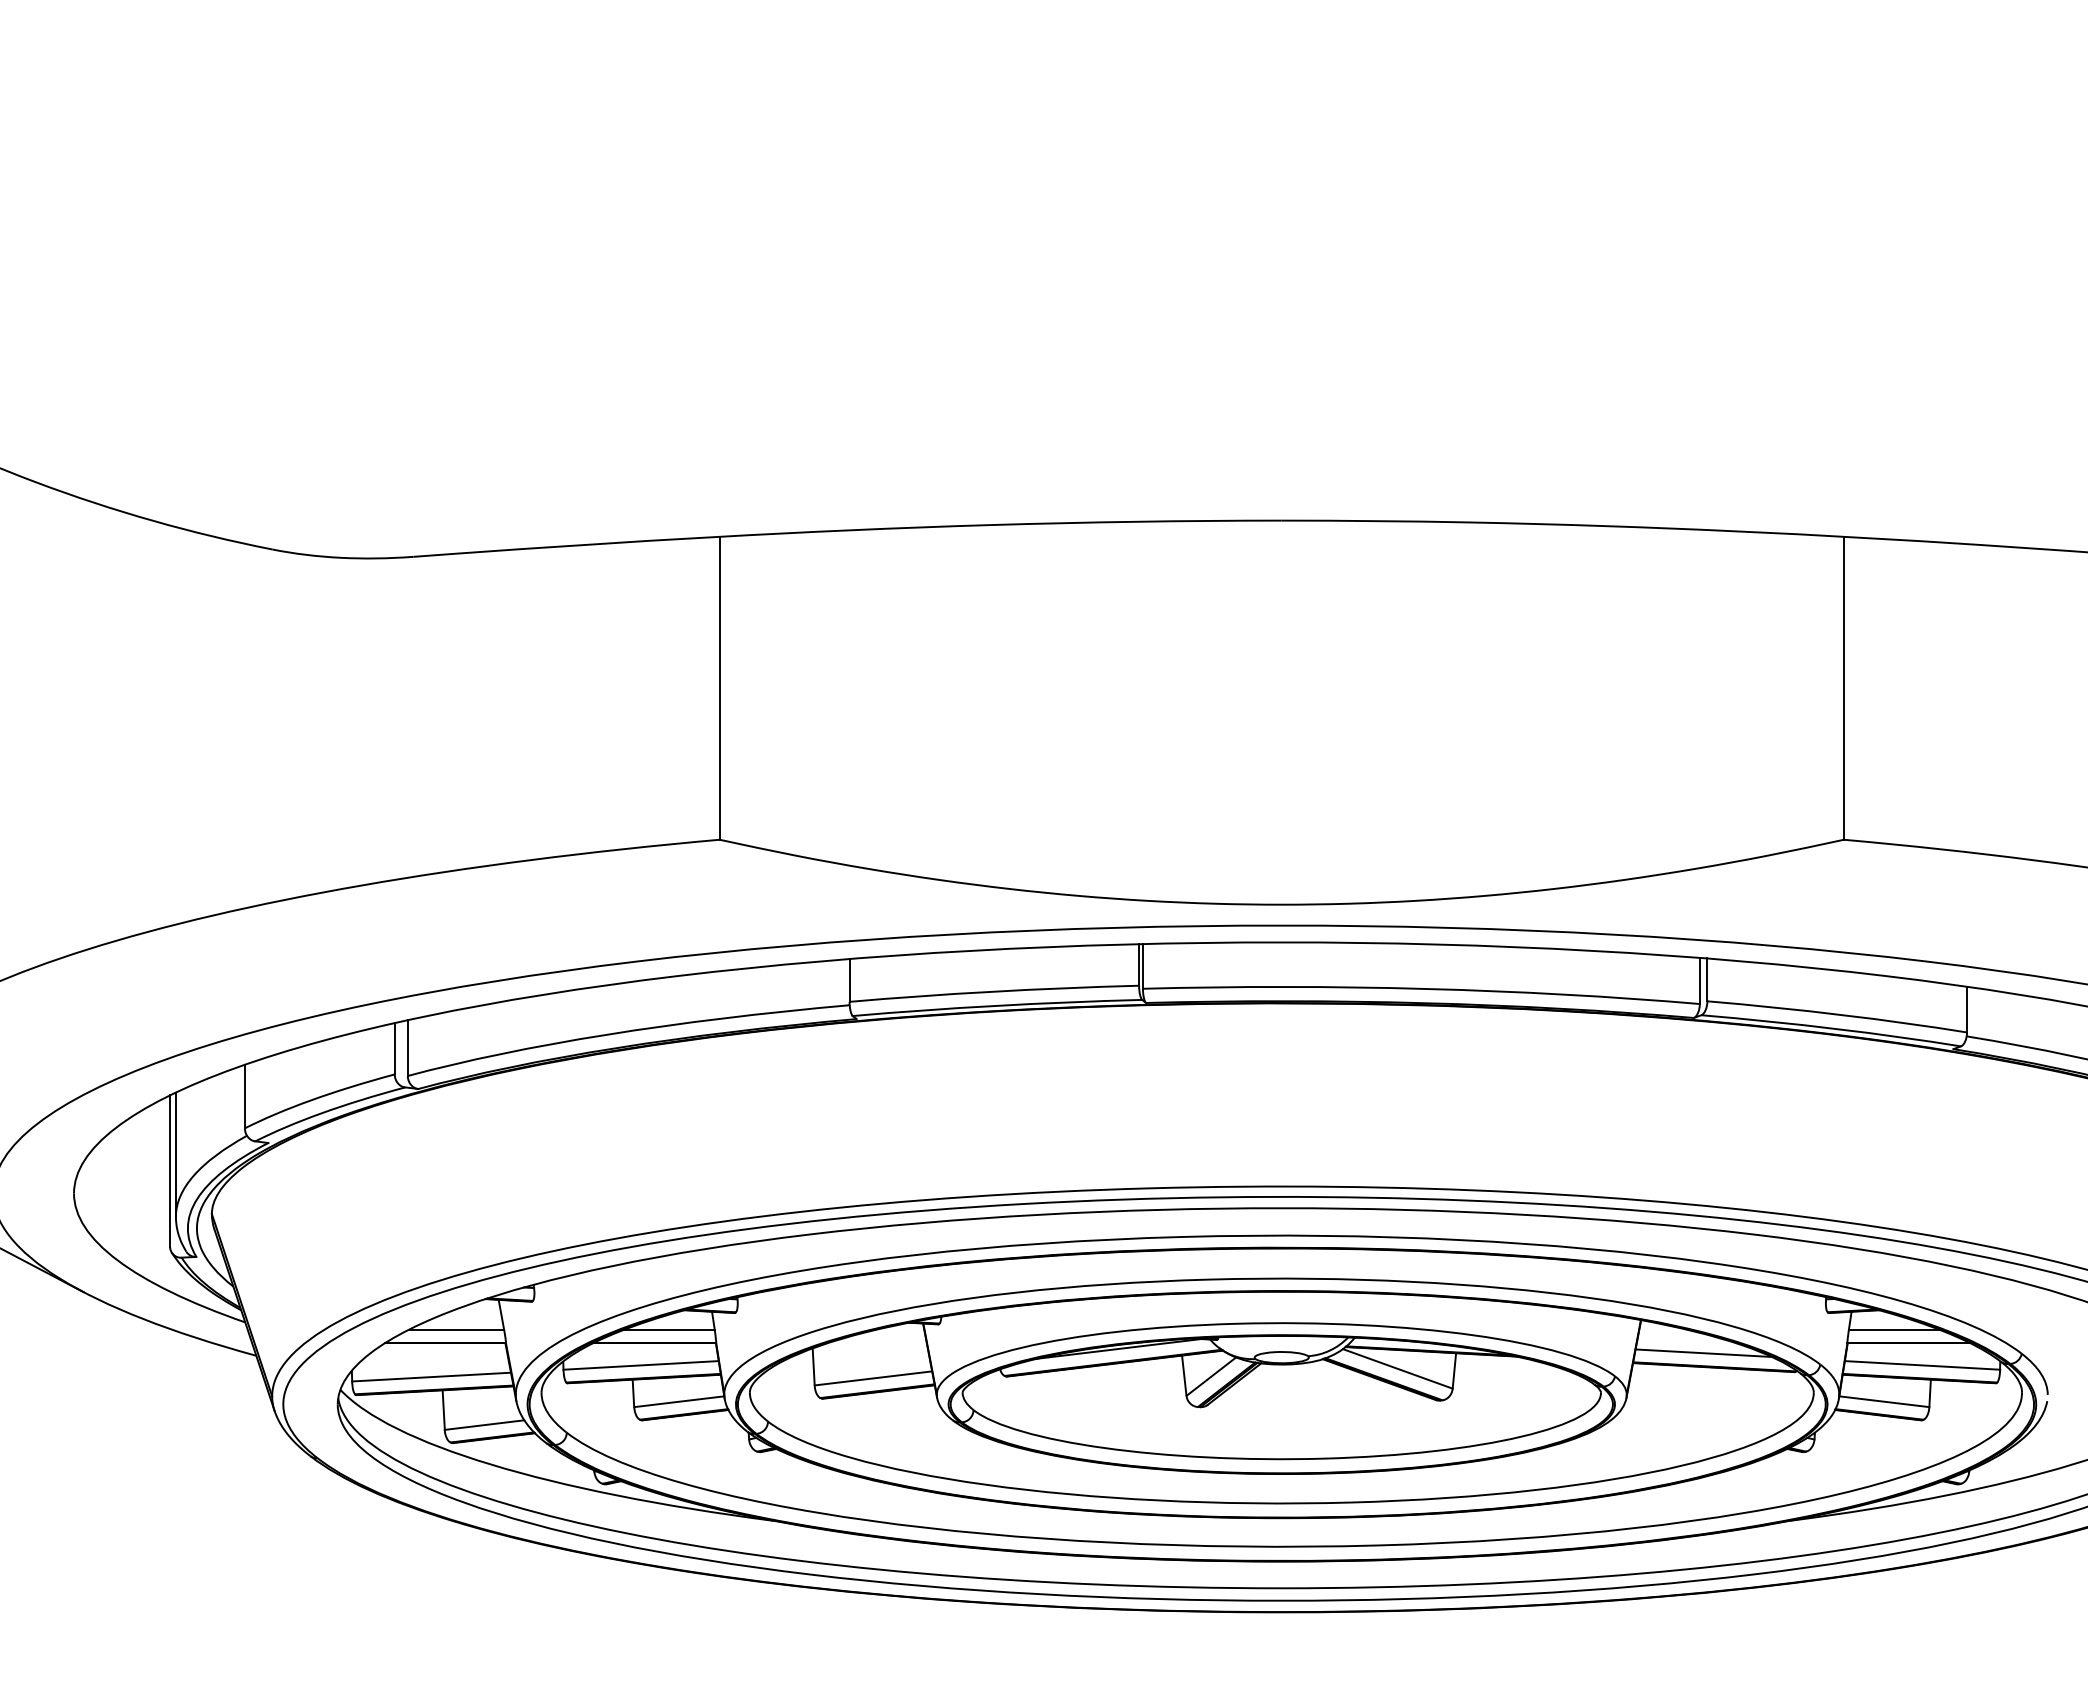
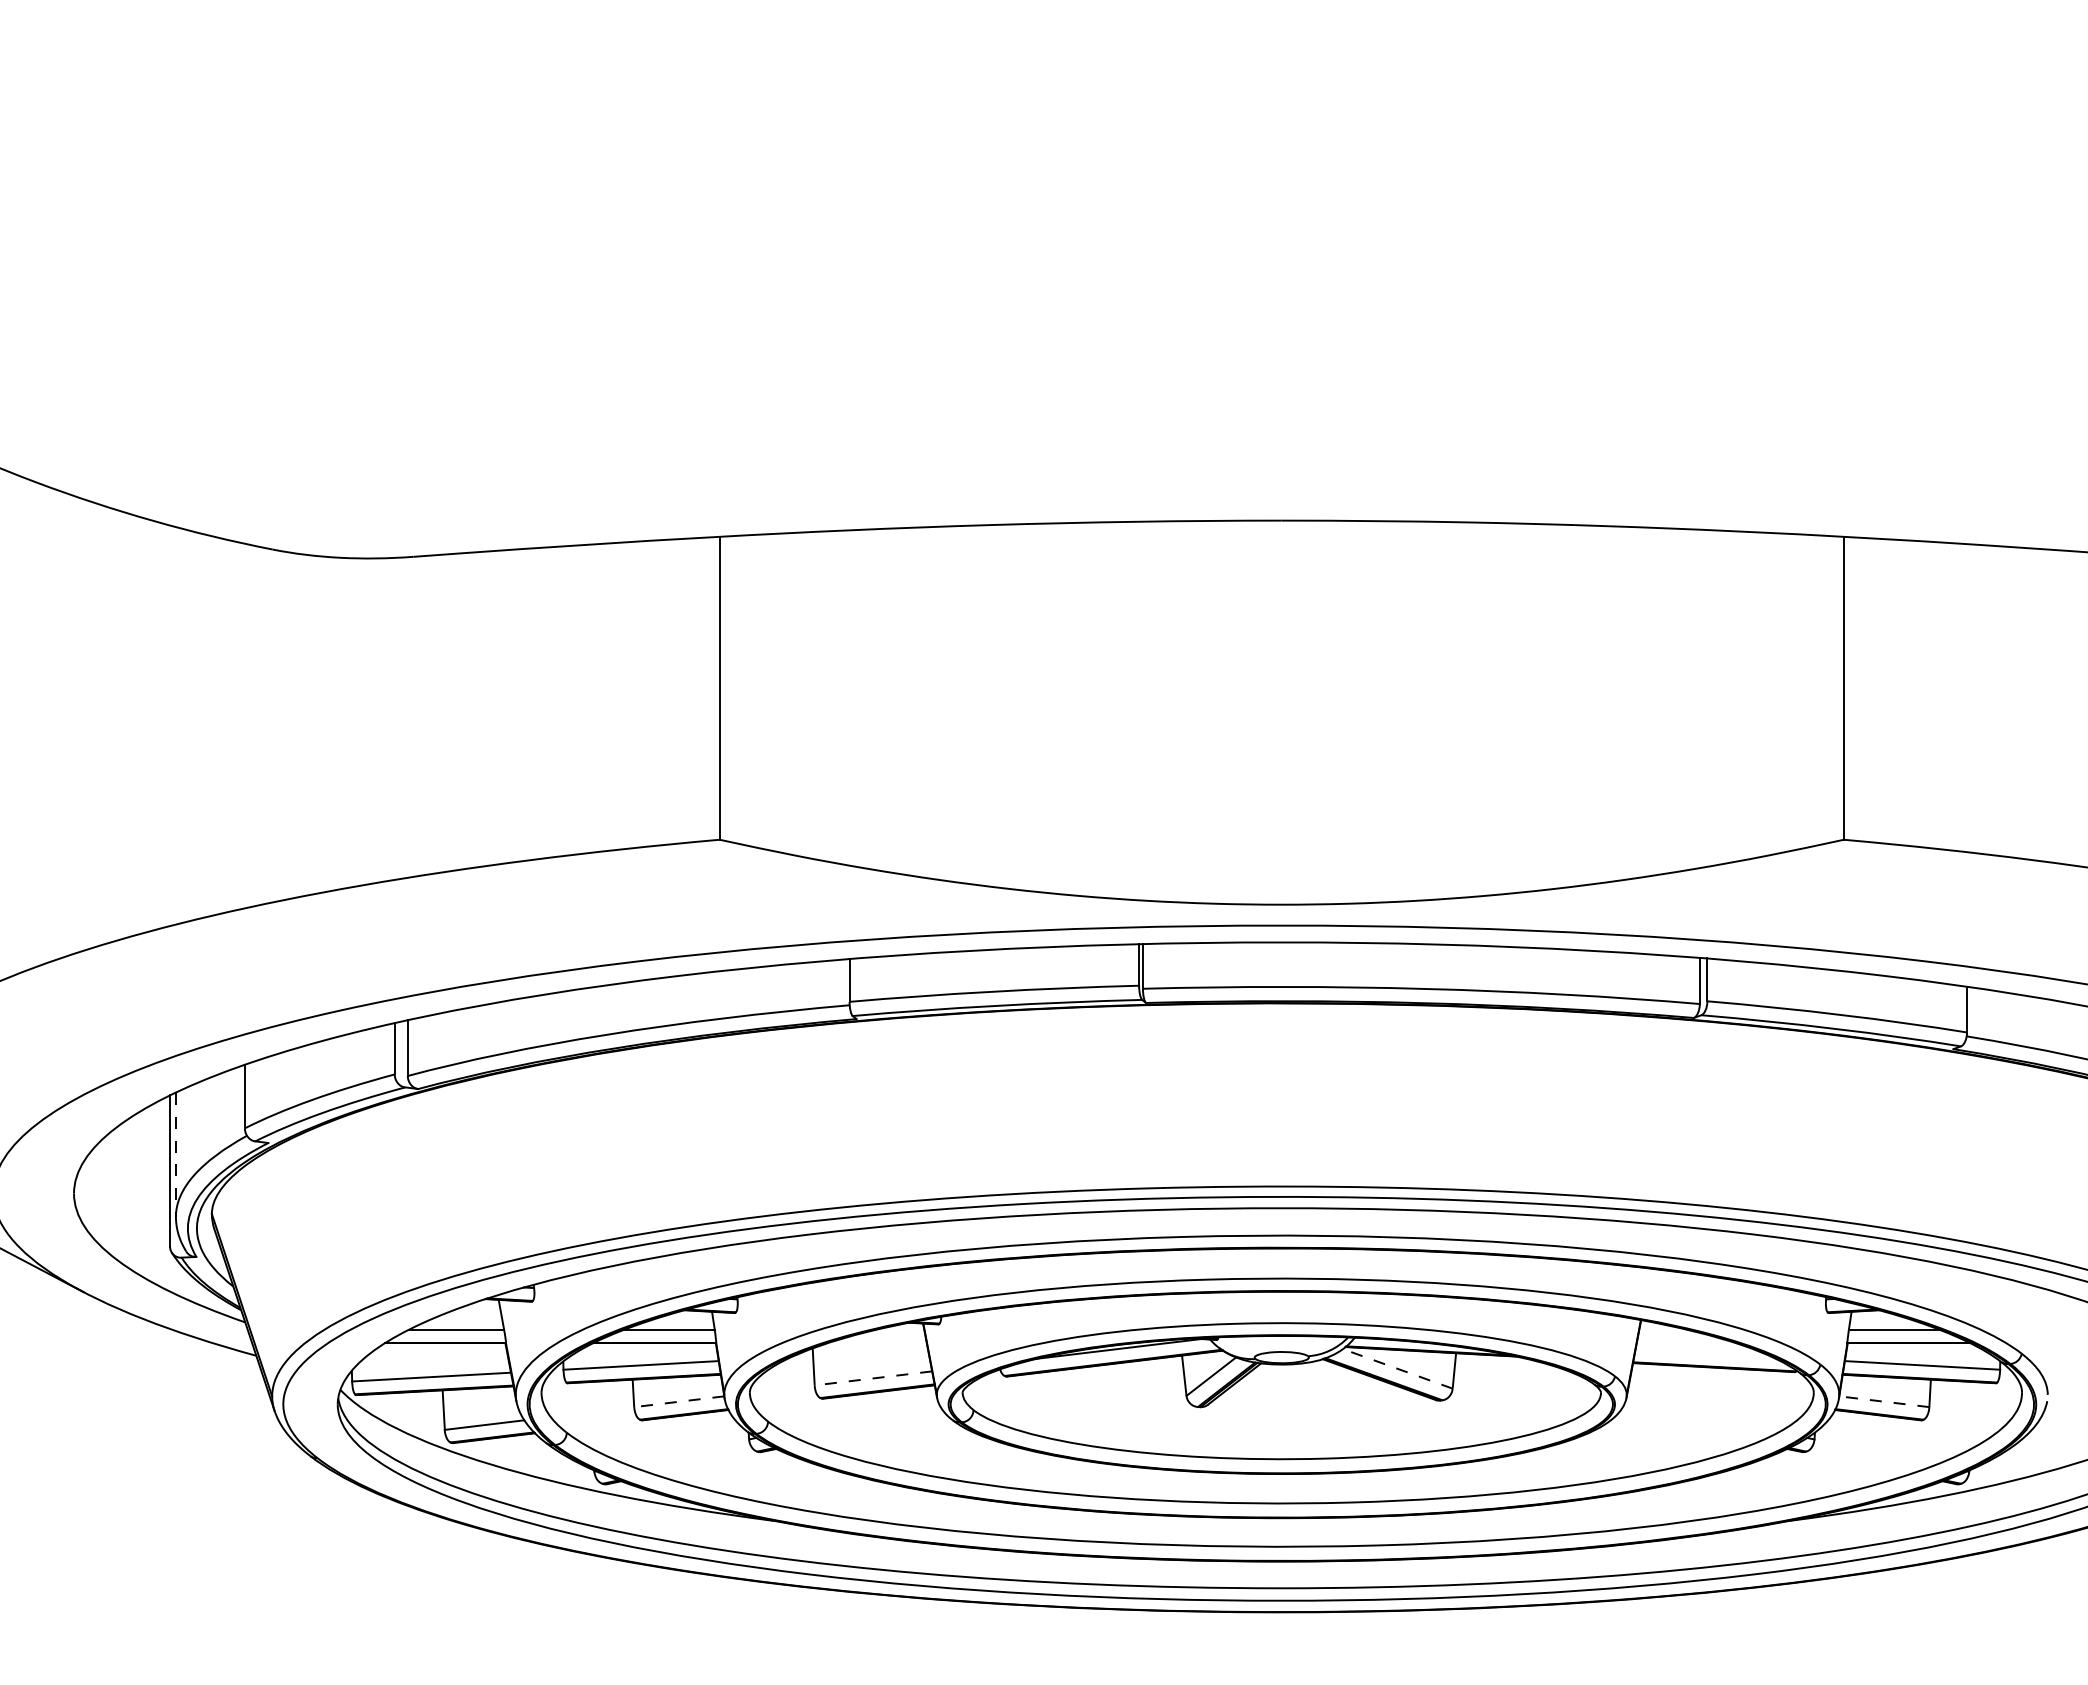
line at (175, 1155): solid -> dashed
line at (1703, 1353): present -> none
line at (1397, 1368): solid -> dashed
line at (872, 1378): solid -> dashed
line at (678, 1401): solid -> dashed
line at (1883, 1401): solid -> dashed
